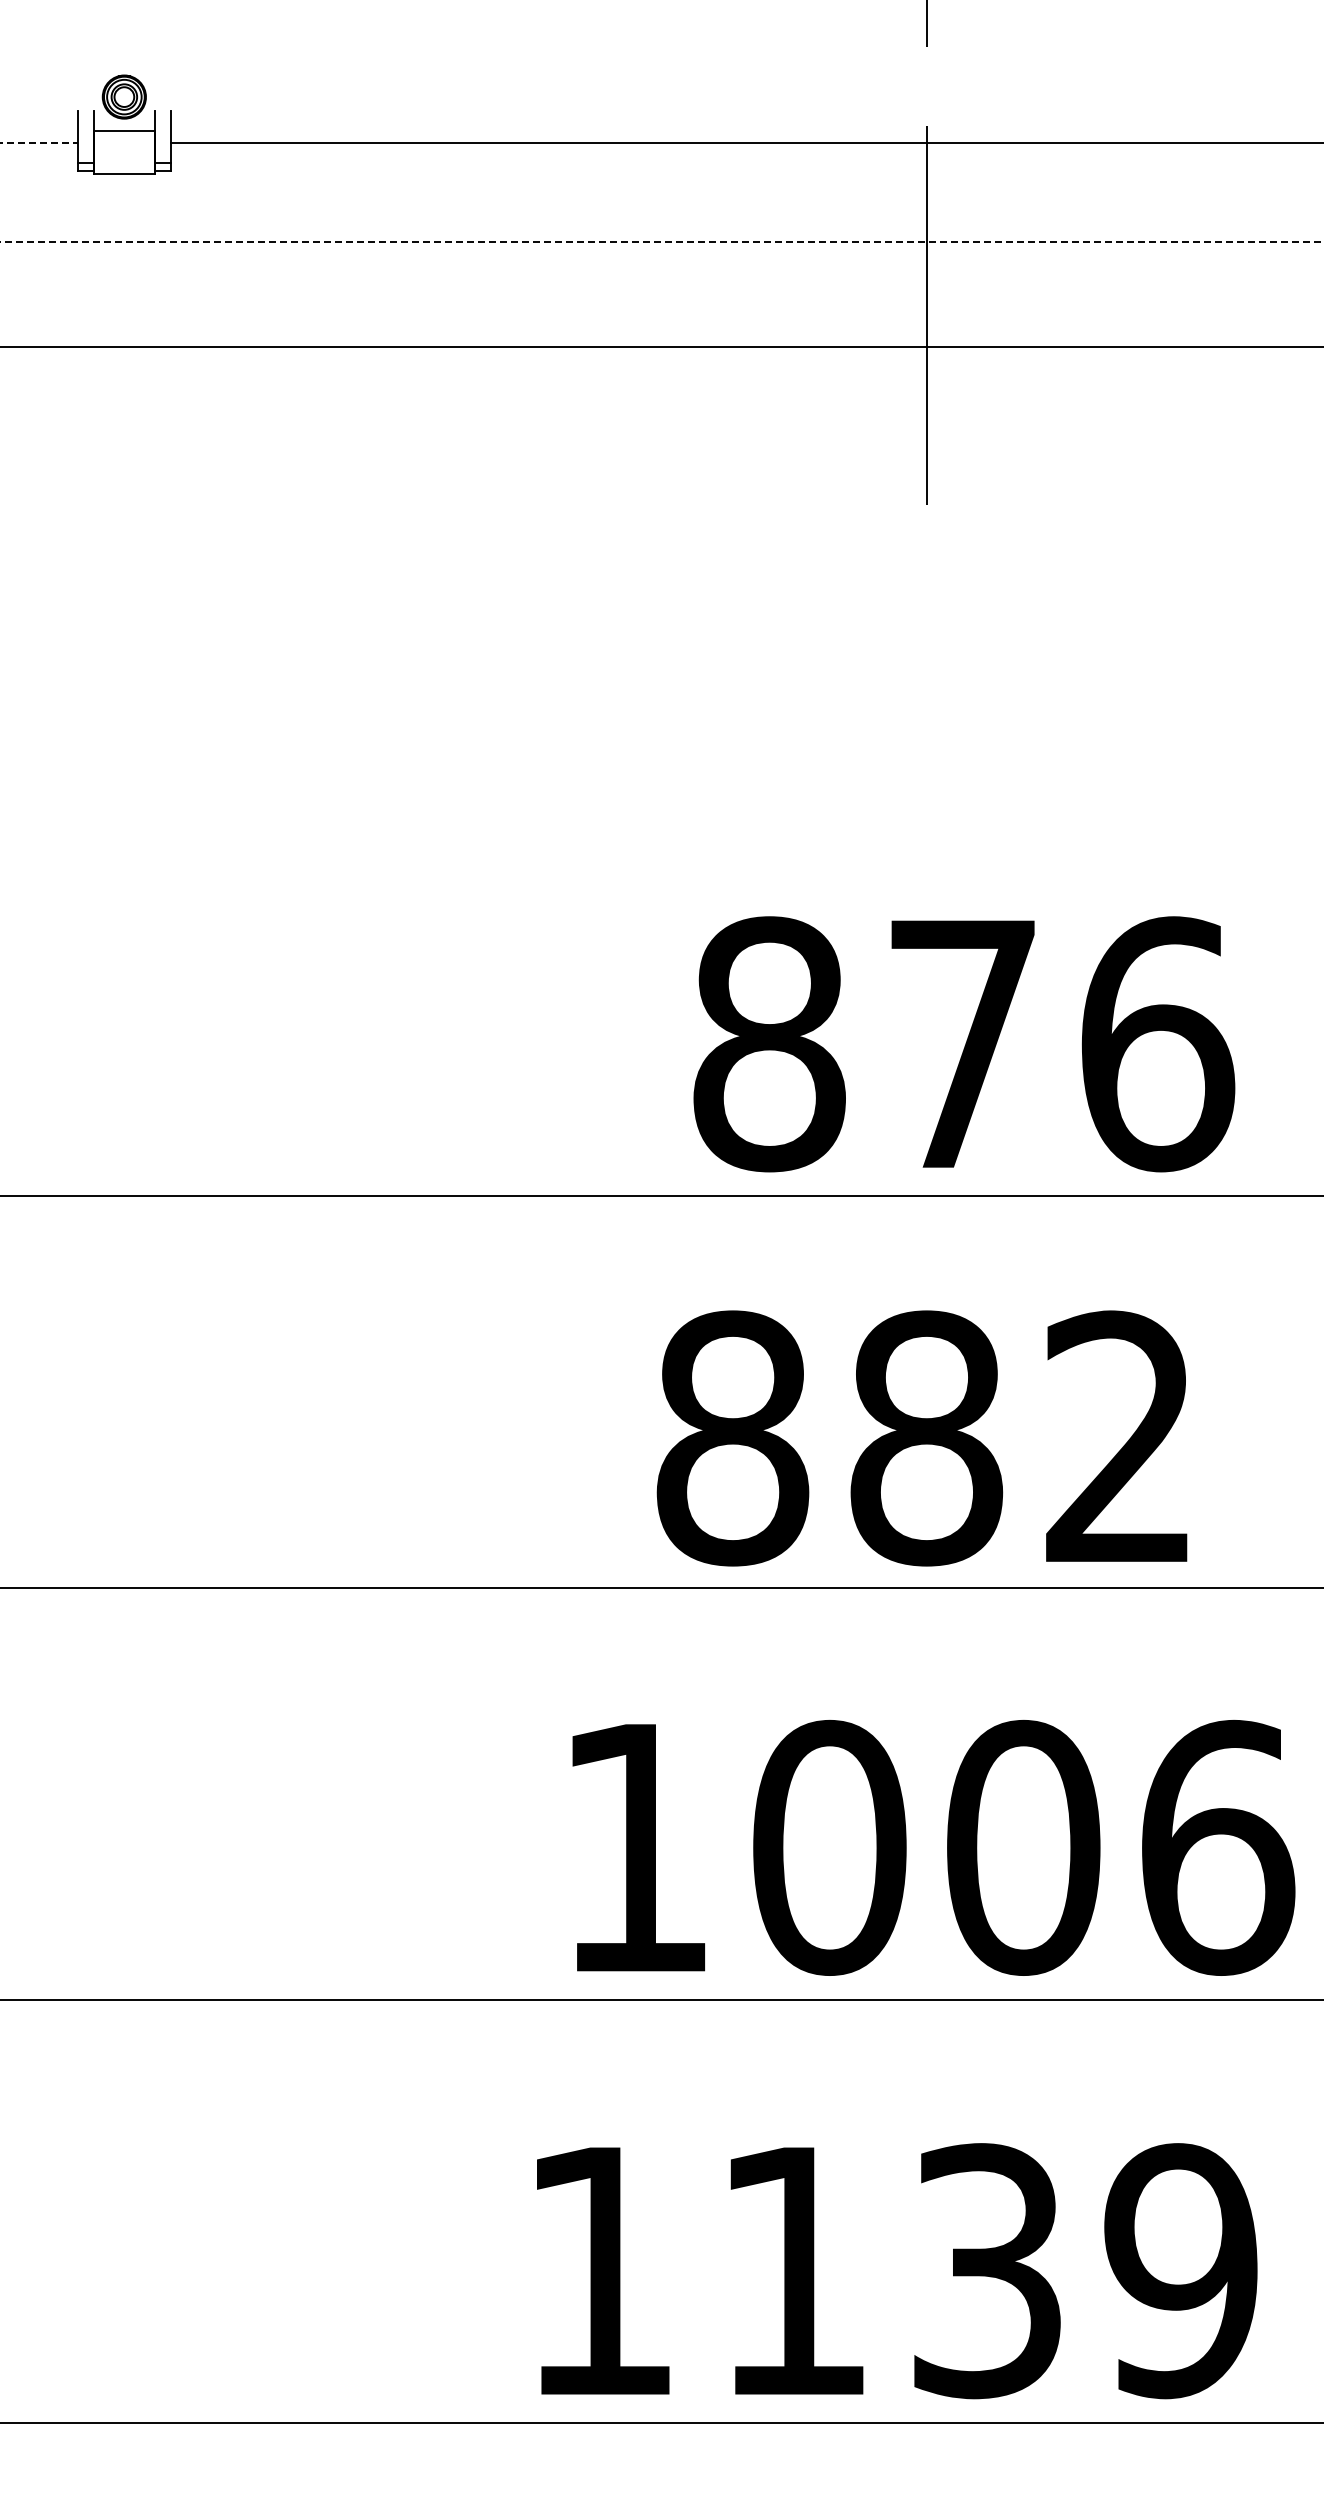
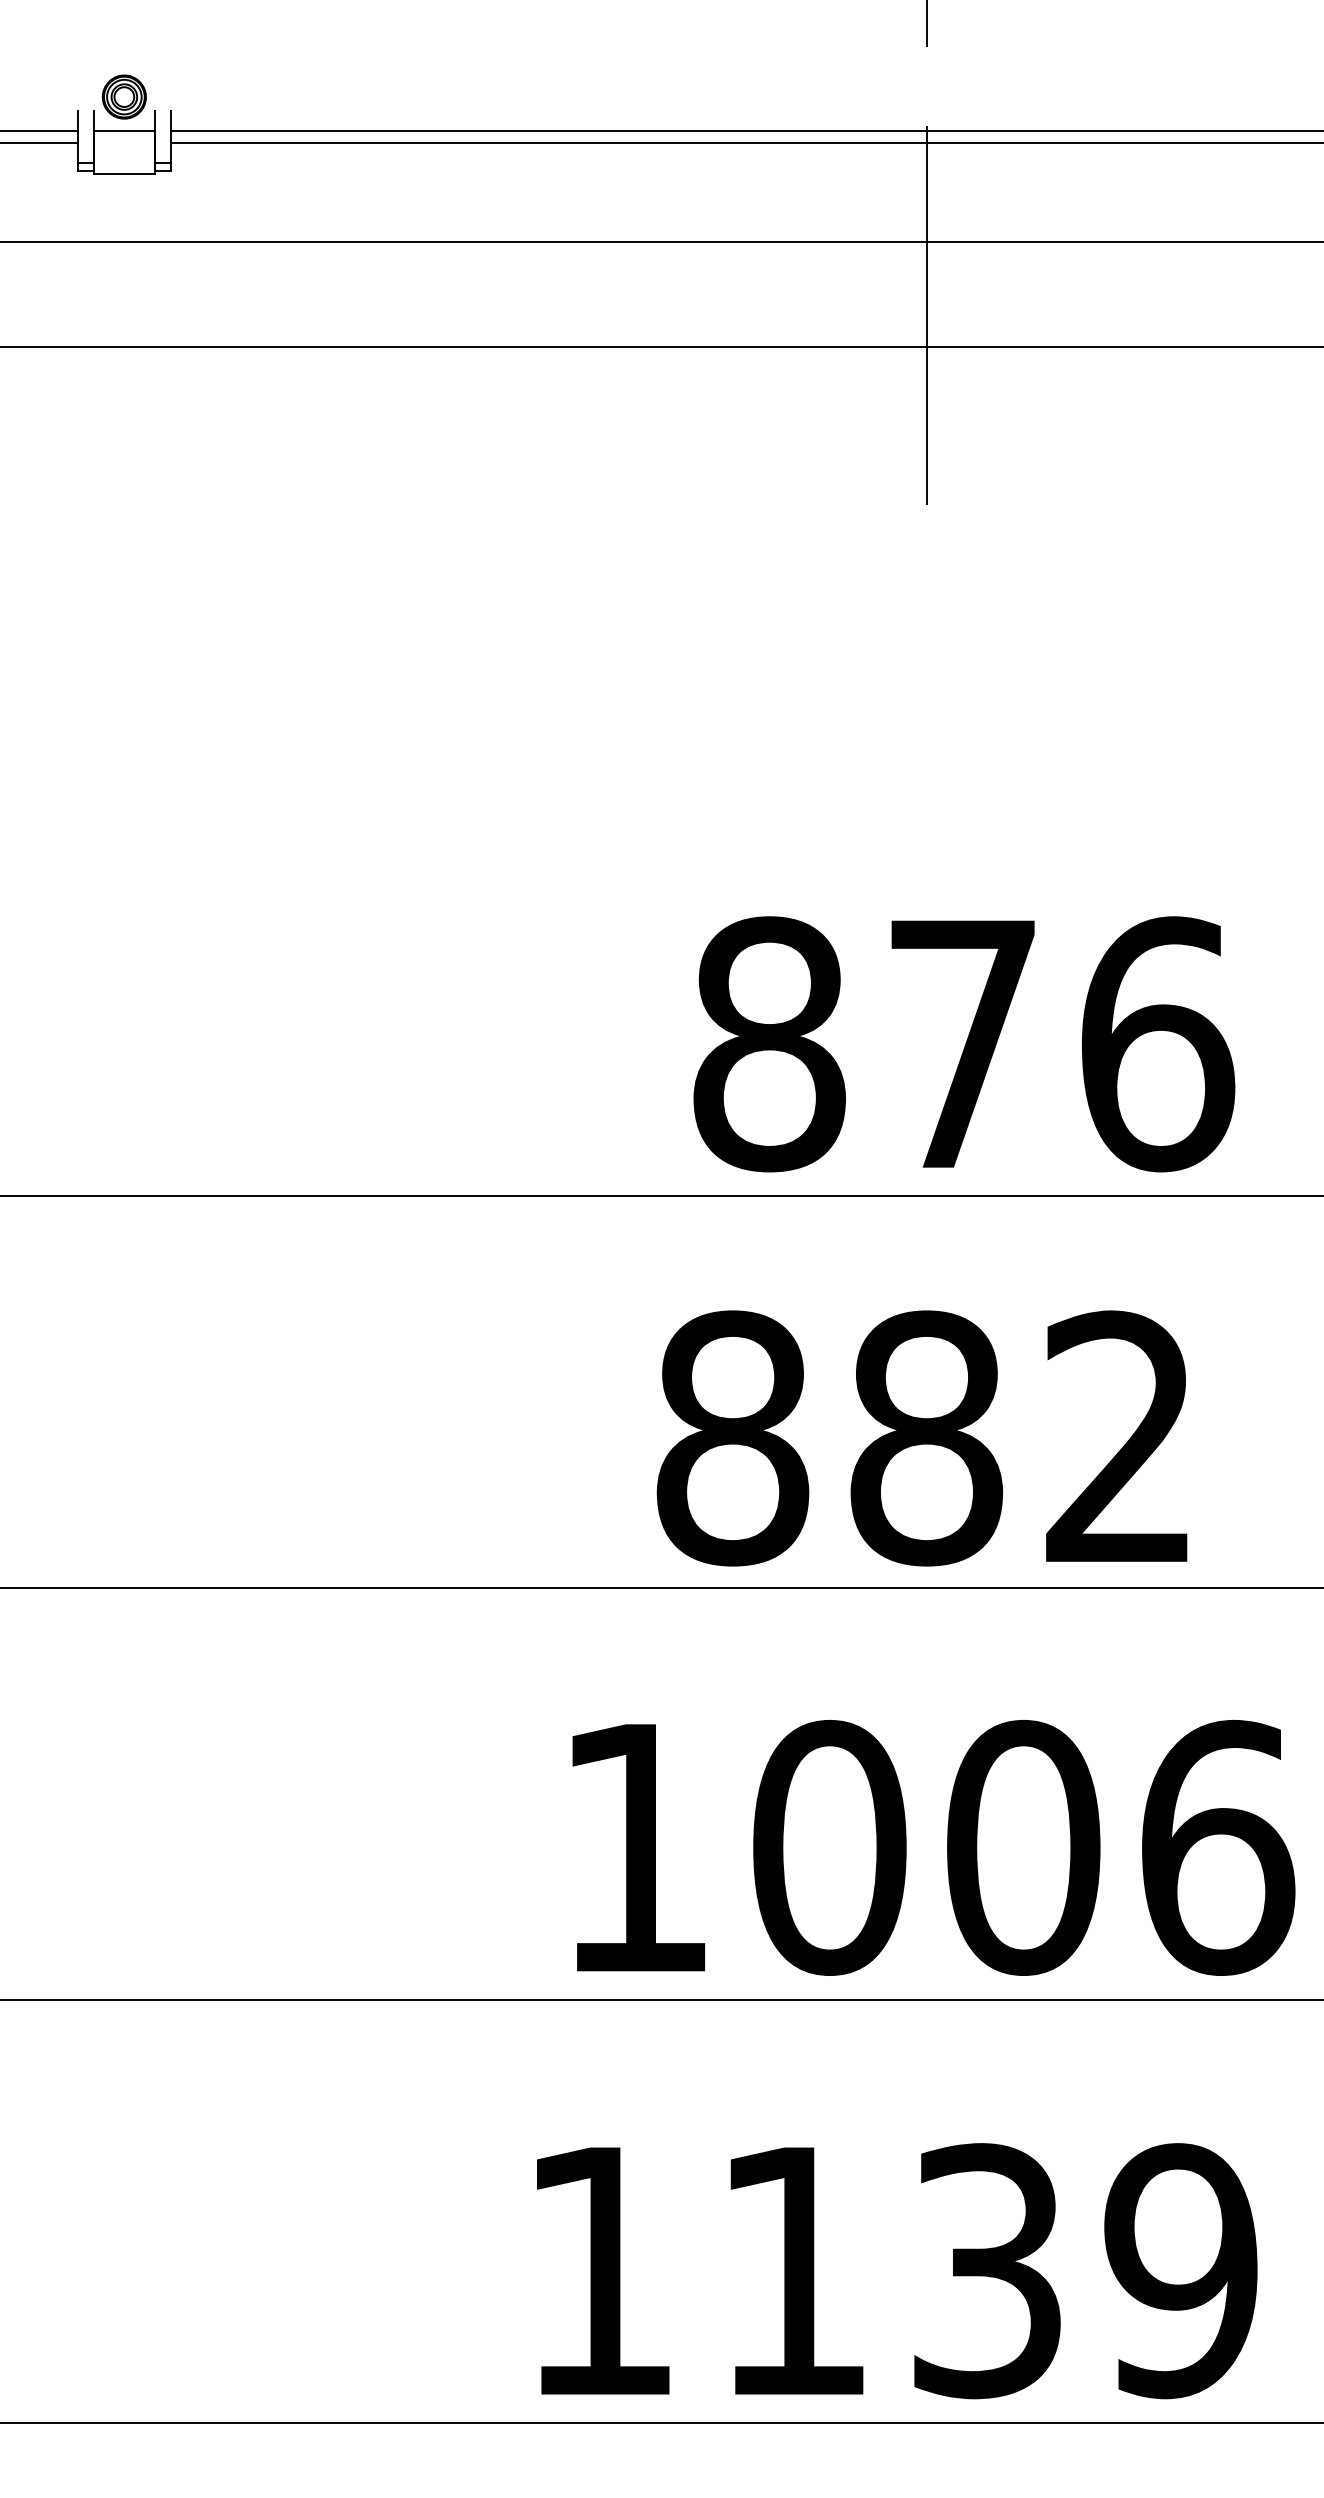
line at (40, 131): none -> present
line at (745, 131): none -> present
line at (39, 143): dashed -> solid
line at (662, 242): dashed -> solid
